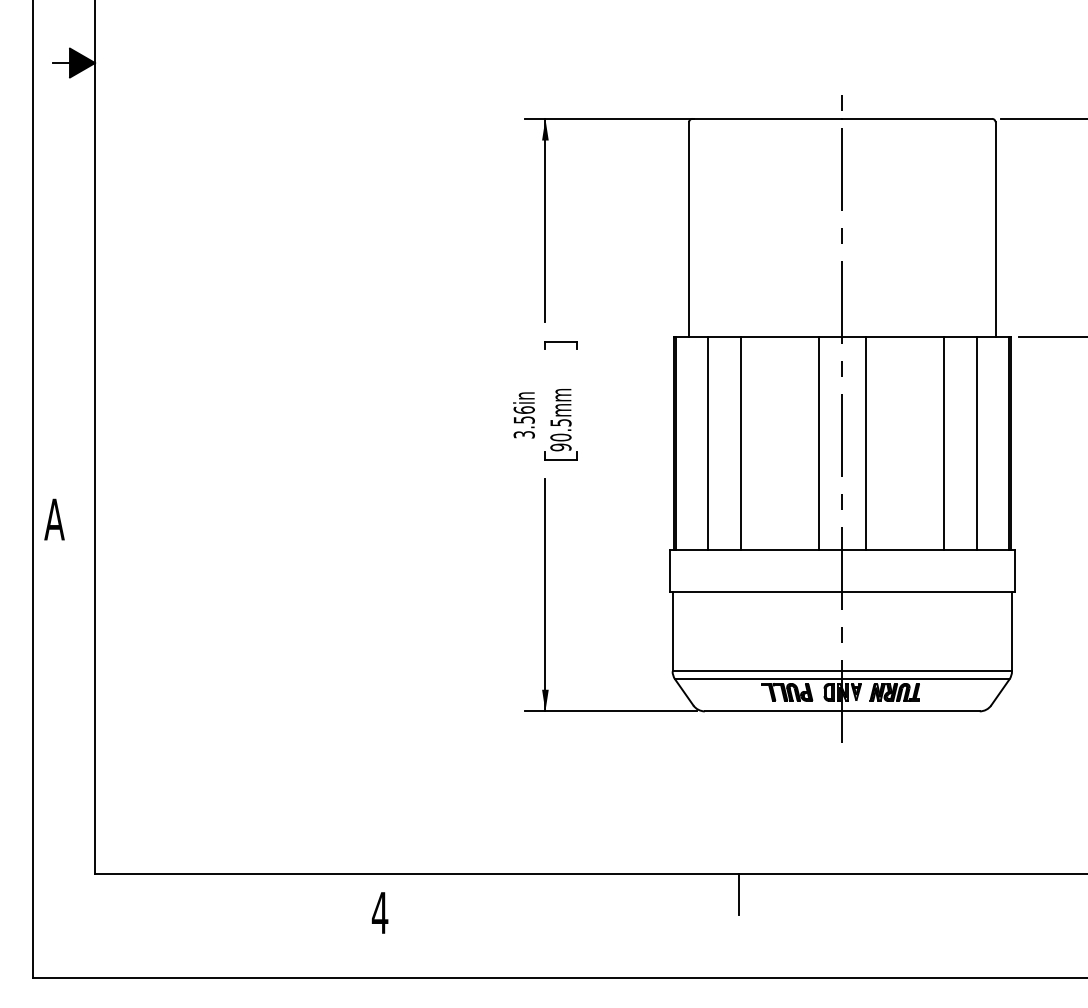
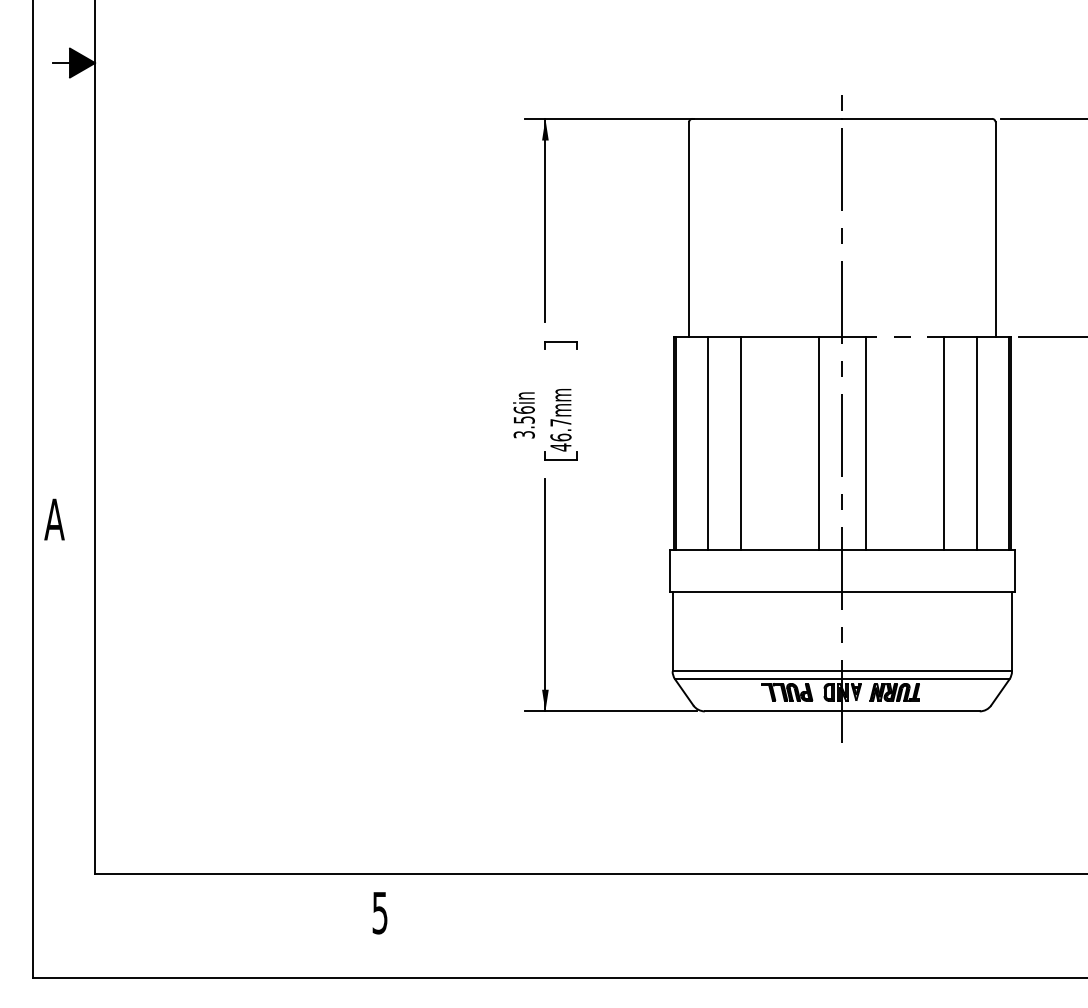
line at (904, 337): solid -> dashed
text at (560, 435): 90.5mm -> 46.7mm
line at (739, 894): present -> none
text at (379, 913): 4 -> 5
